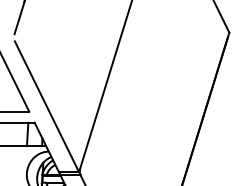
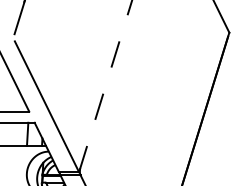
line at (105, 86): solid -> dashed
